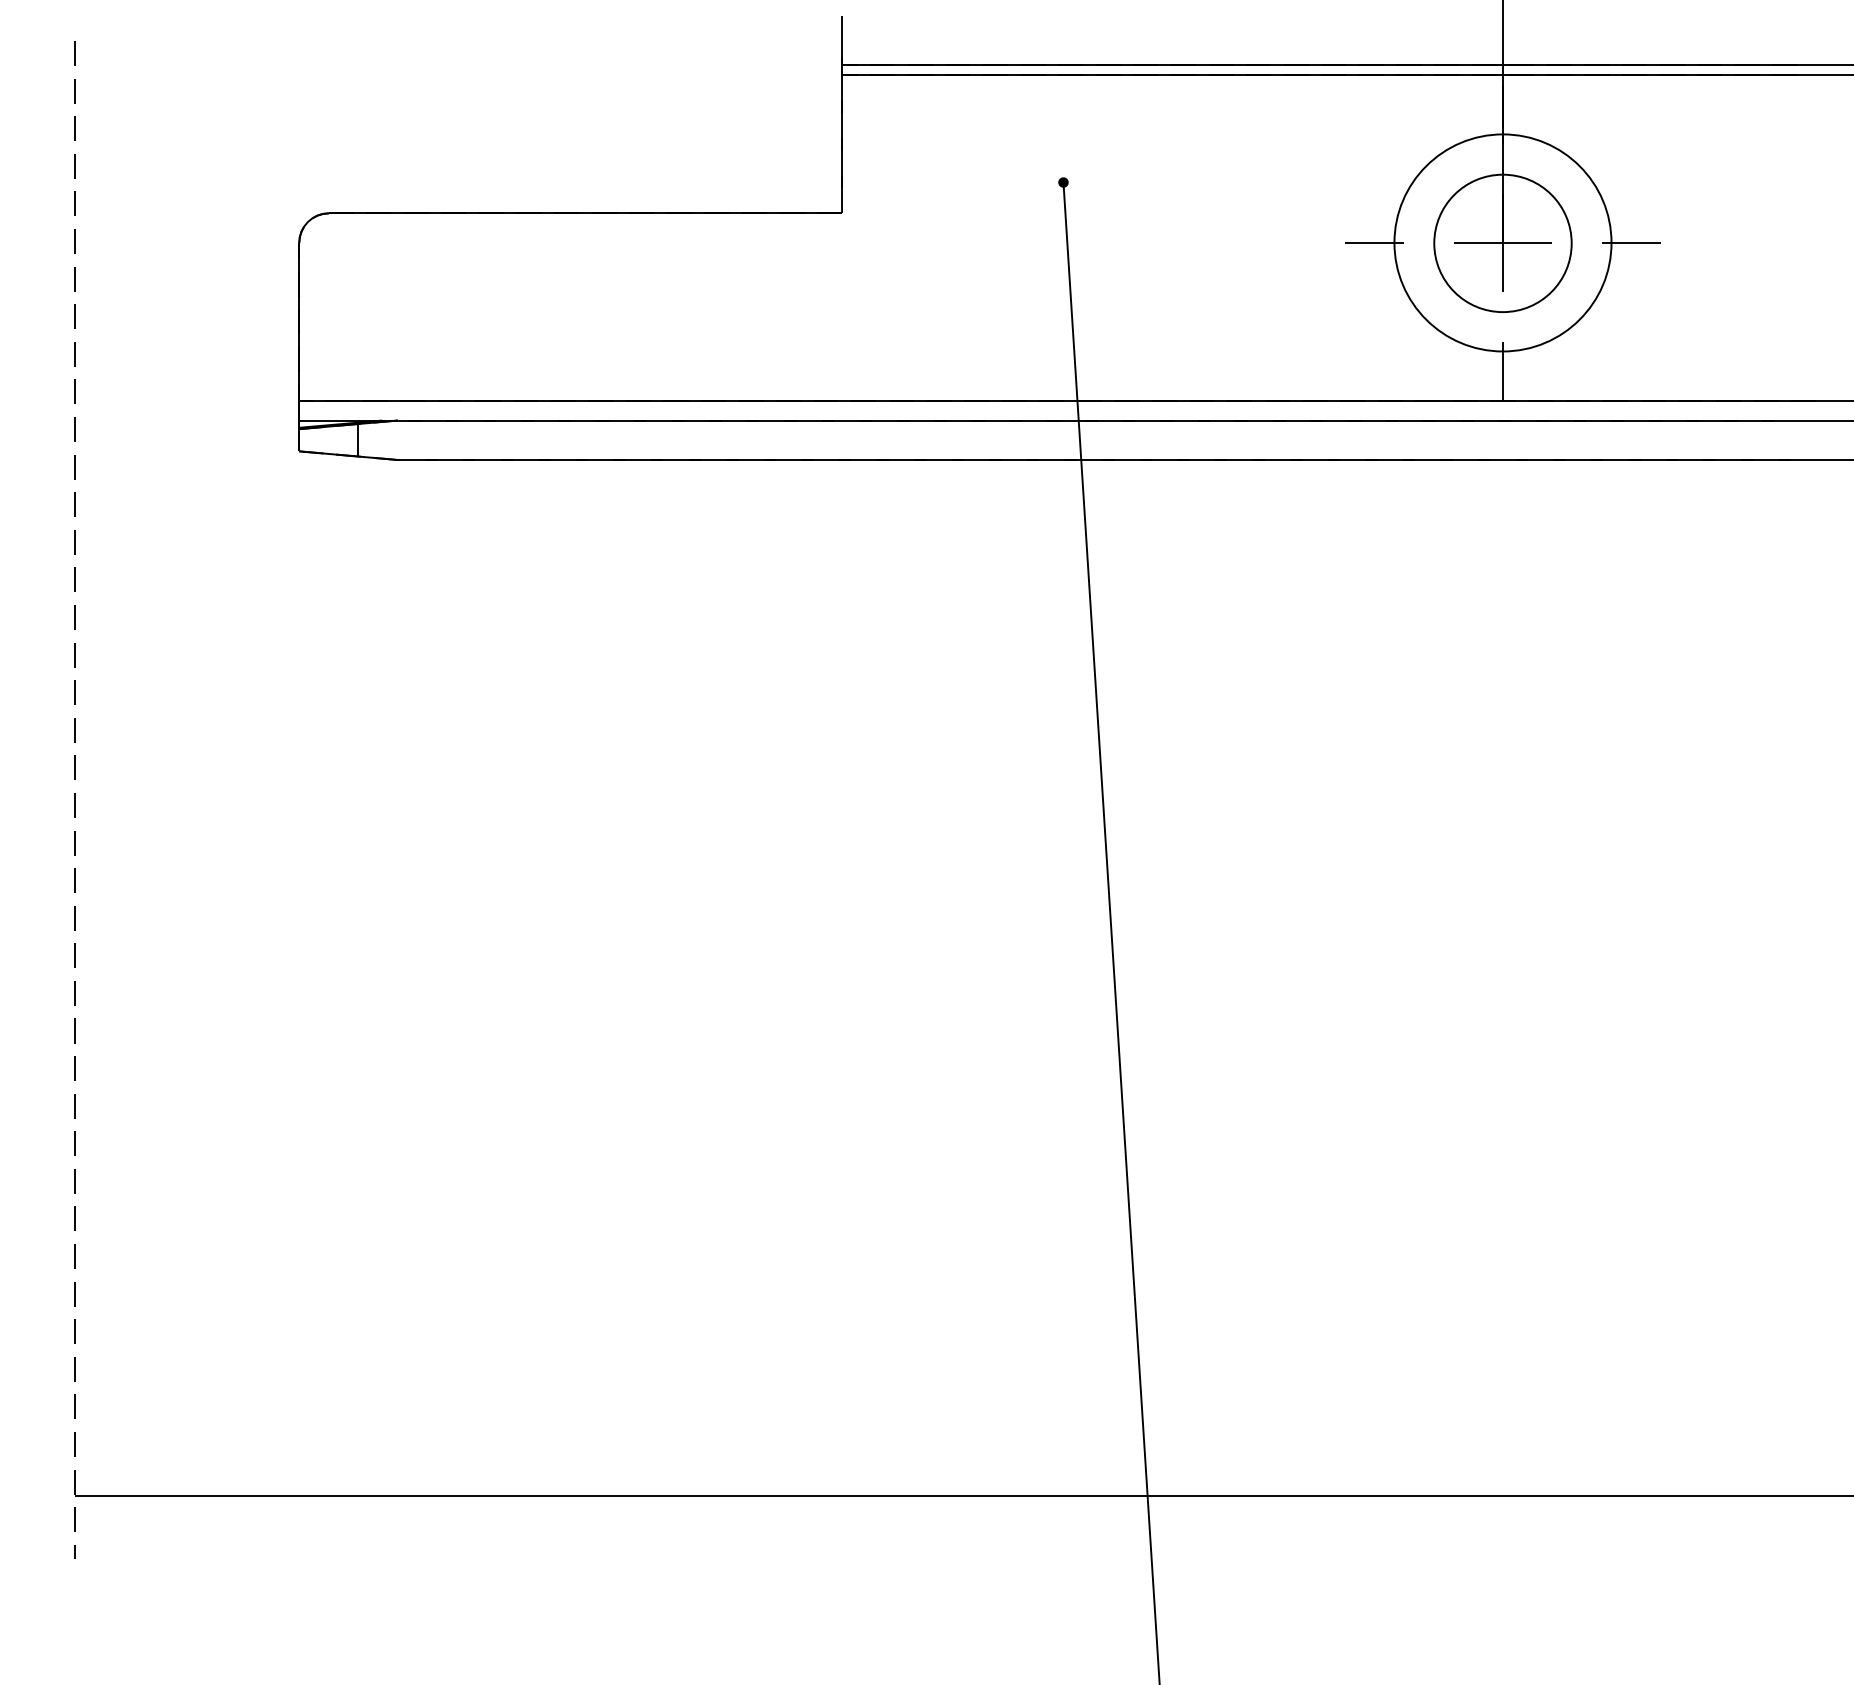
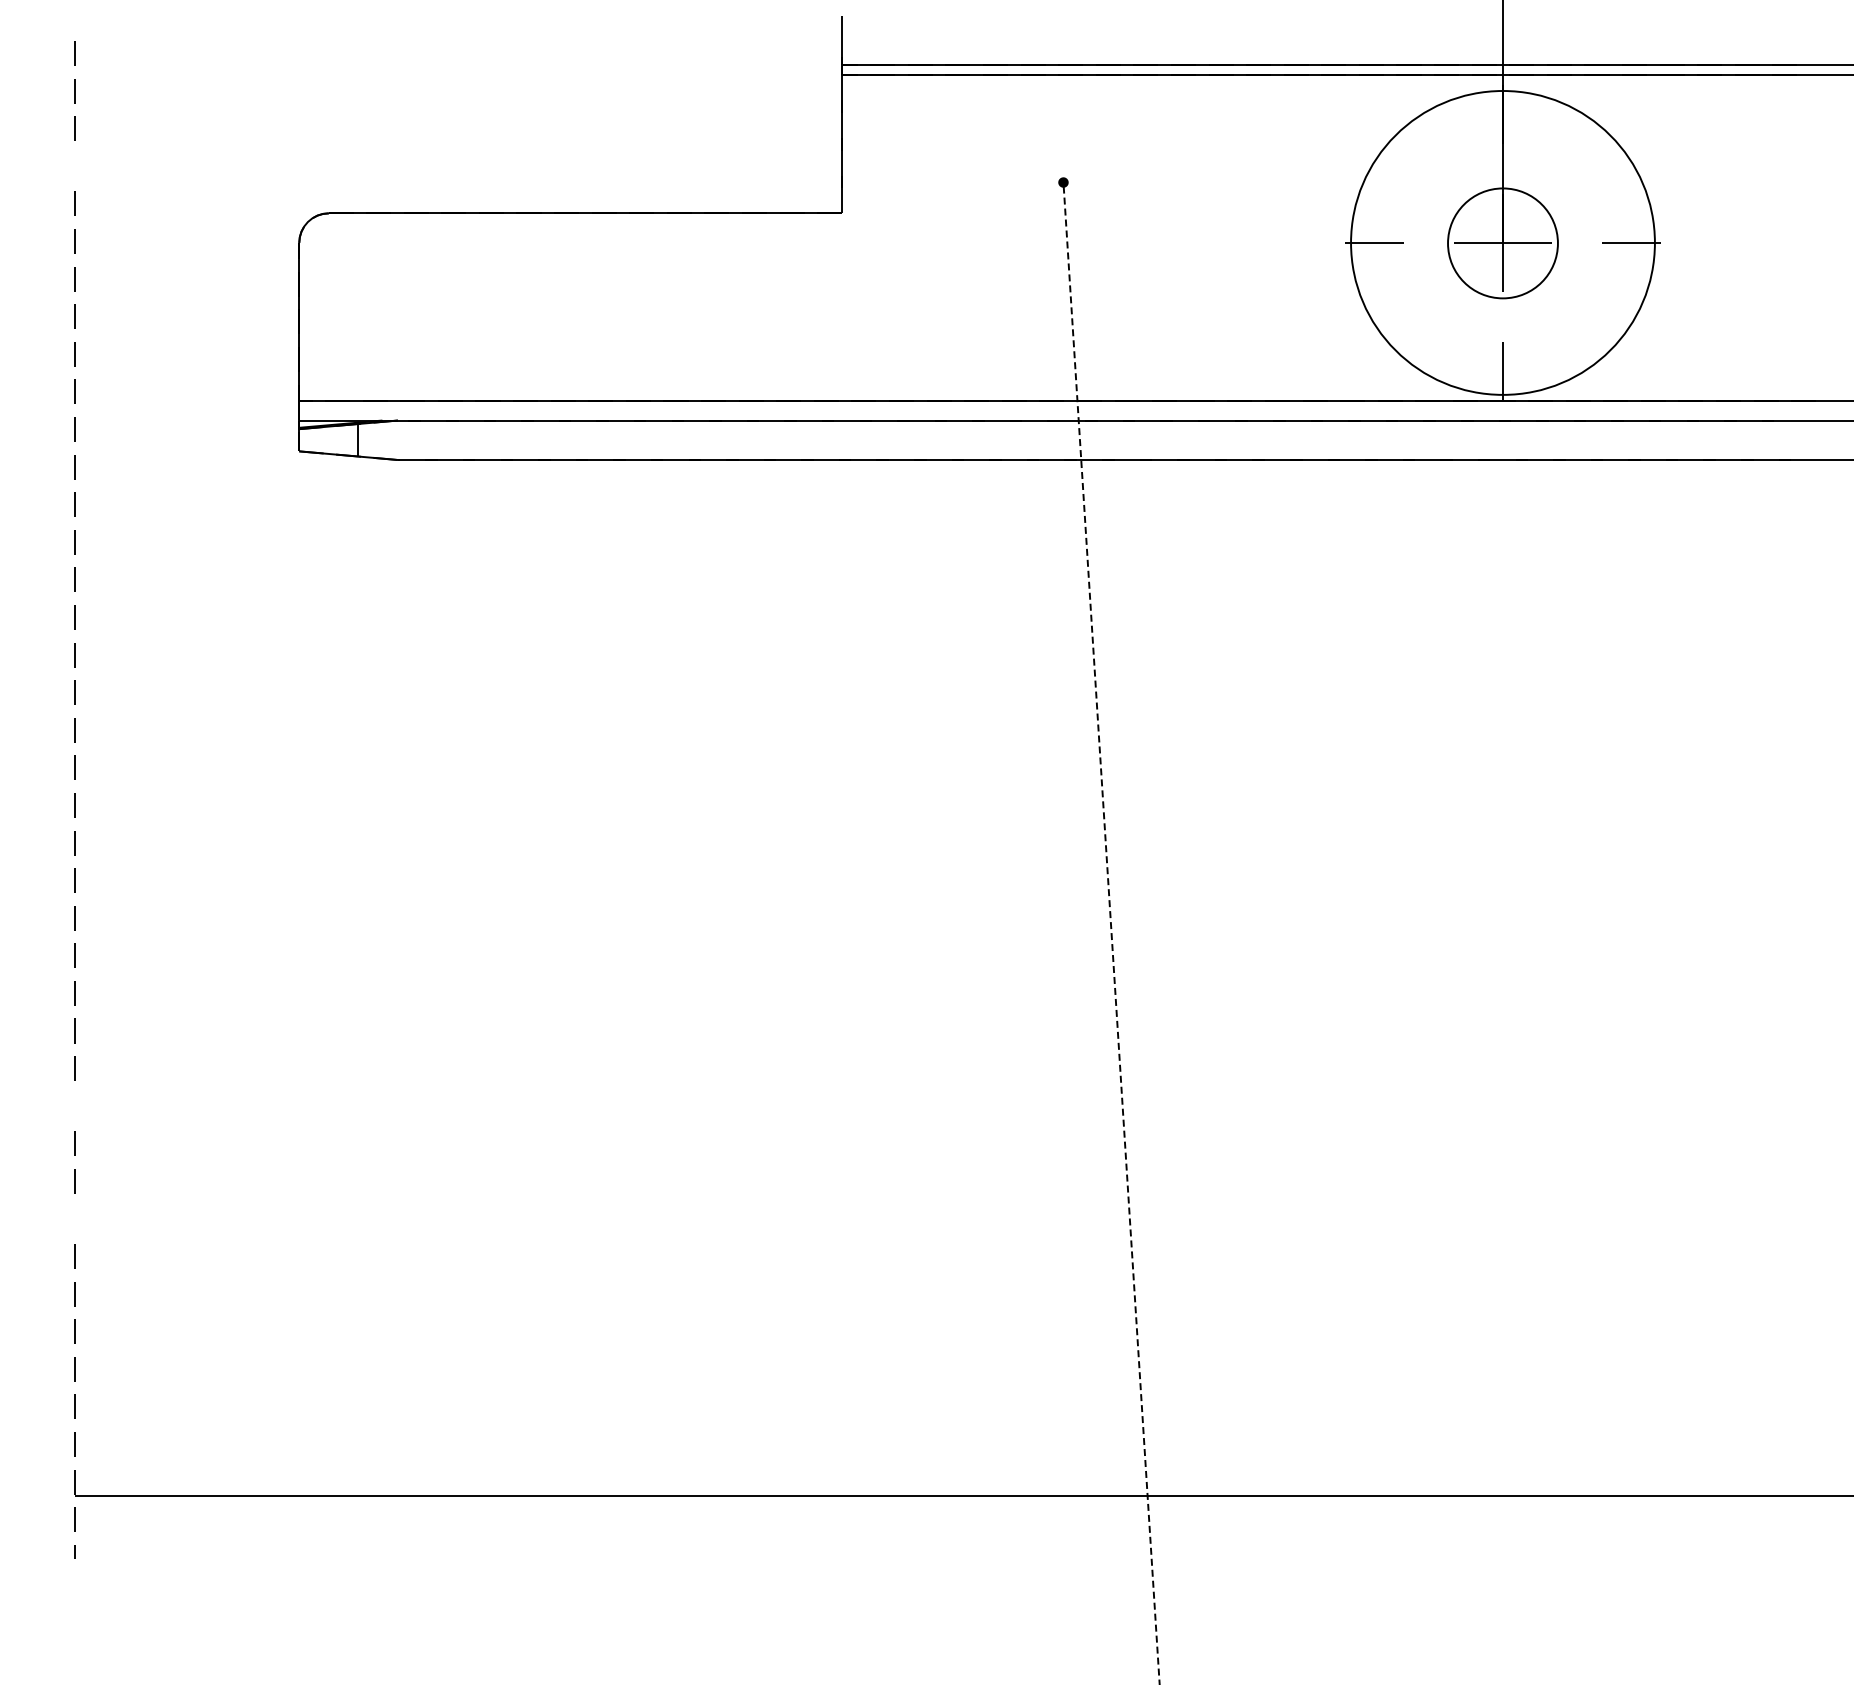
line at (74, 166): present -> none
circle at (1502, 242) diameter: 217 px -> 304 px
circle at (1502, 243) diameter: 137 px -> 110 px
line at (1111, 933): solid -> dashed
line at (74, 1106): present -> none
line at (74, 1218): present -> none
